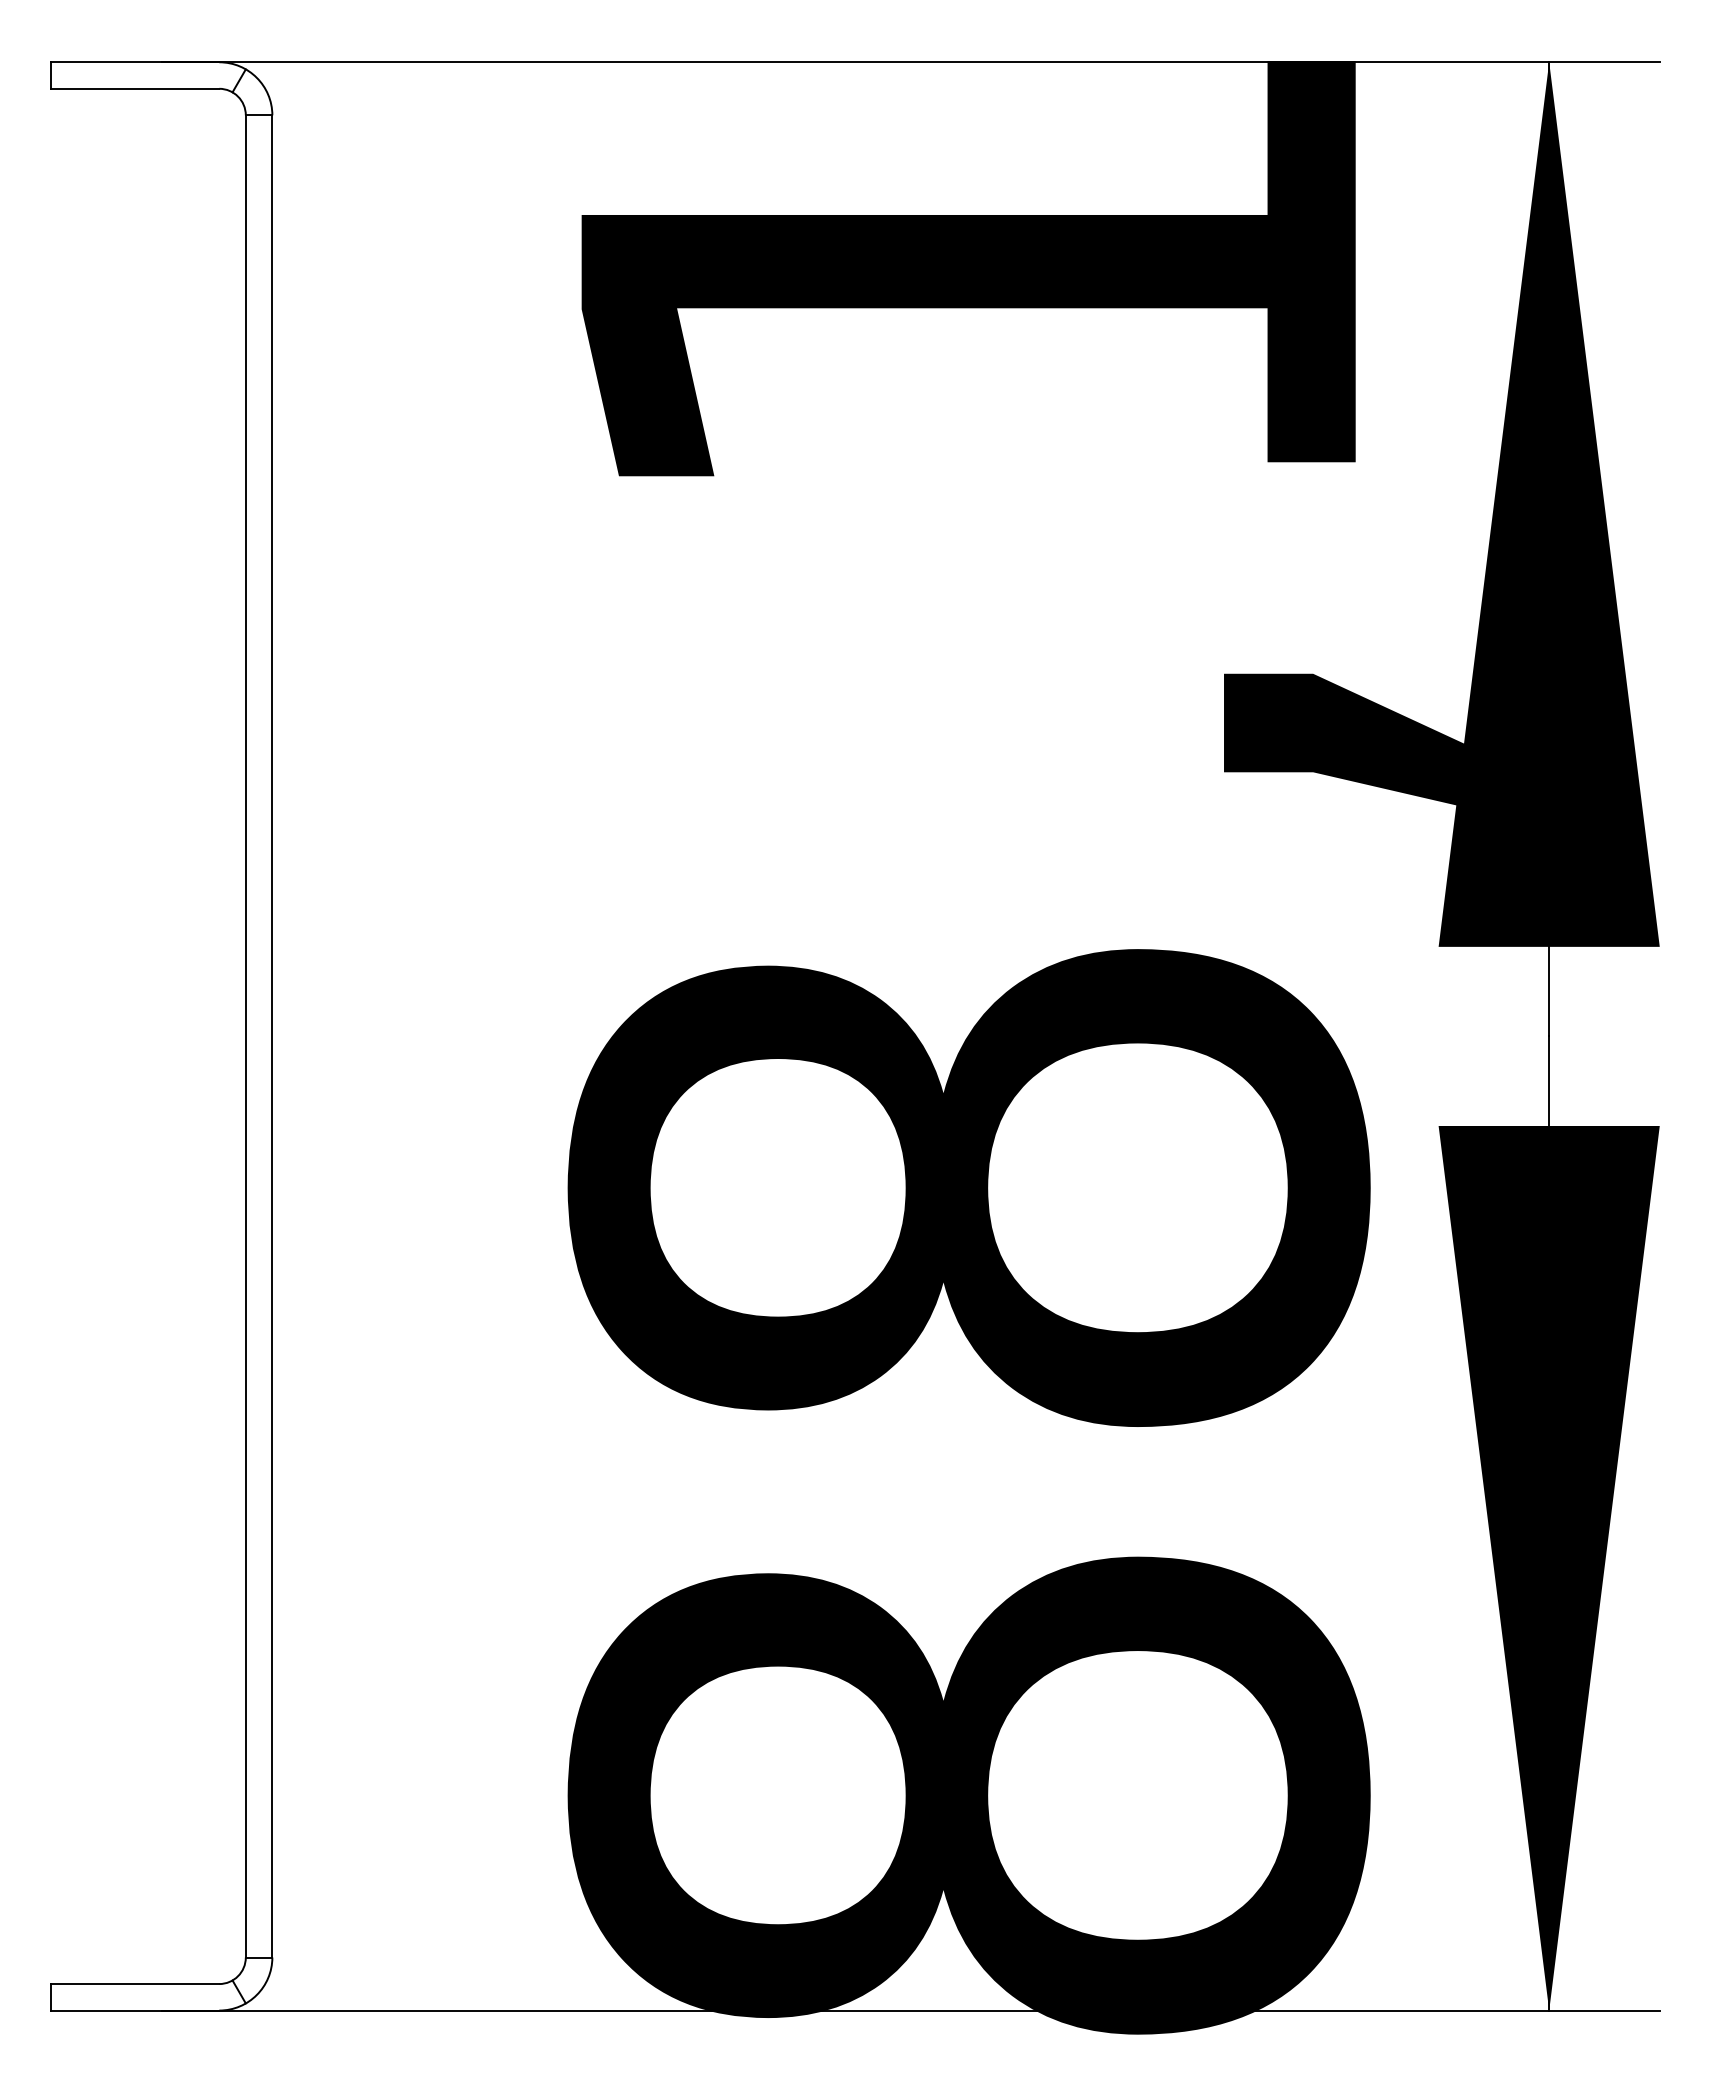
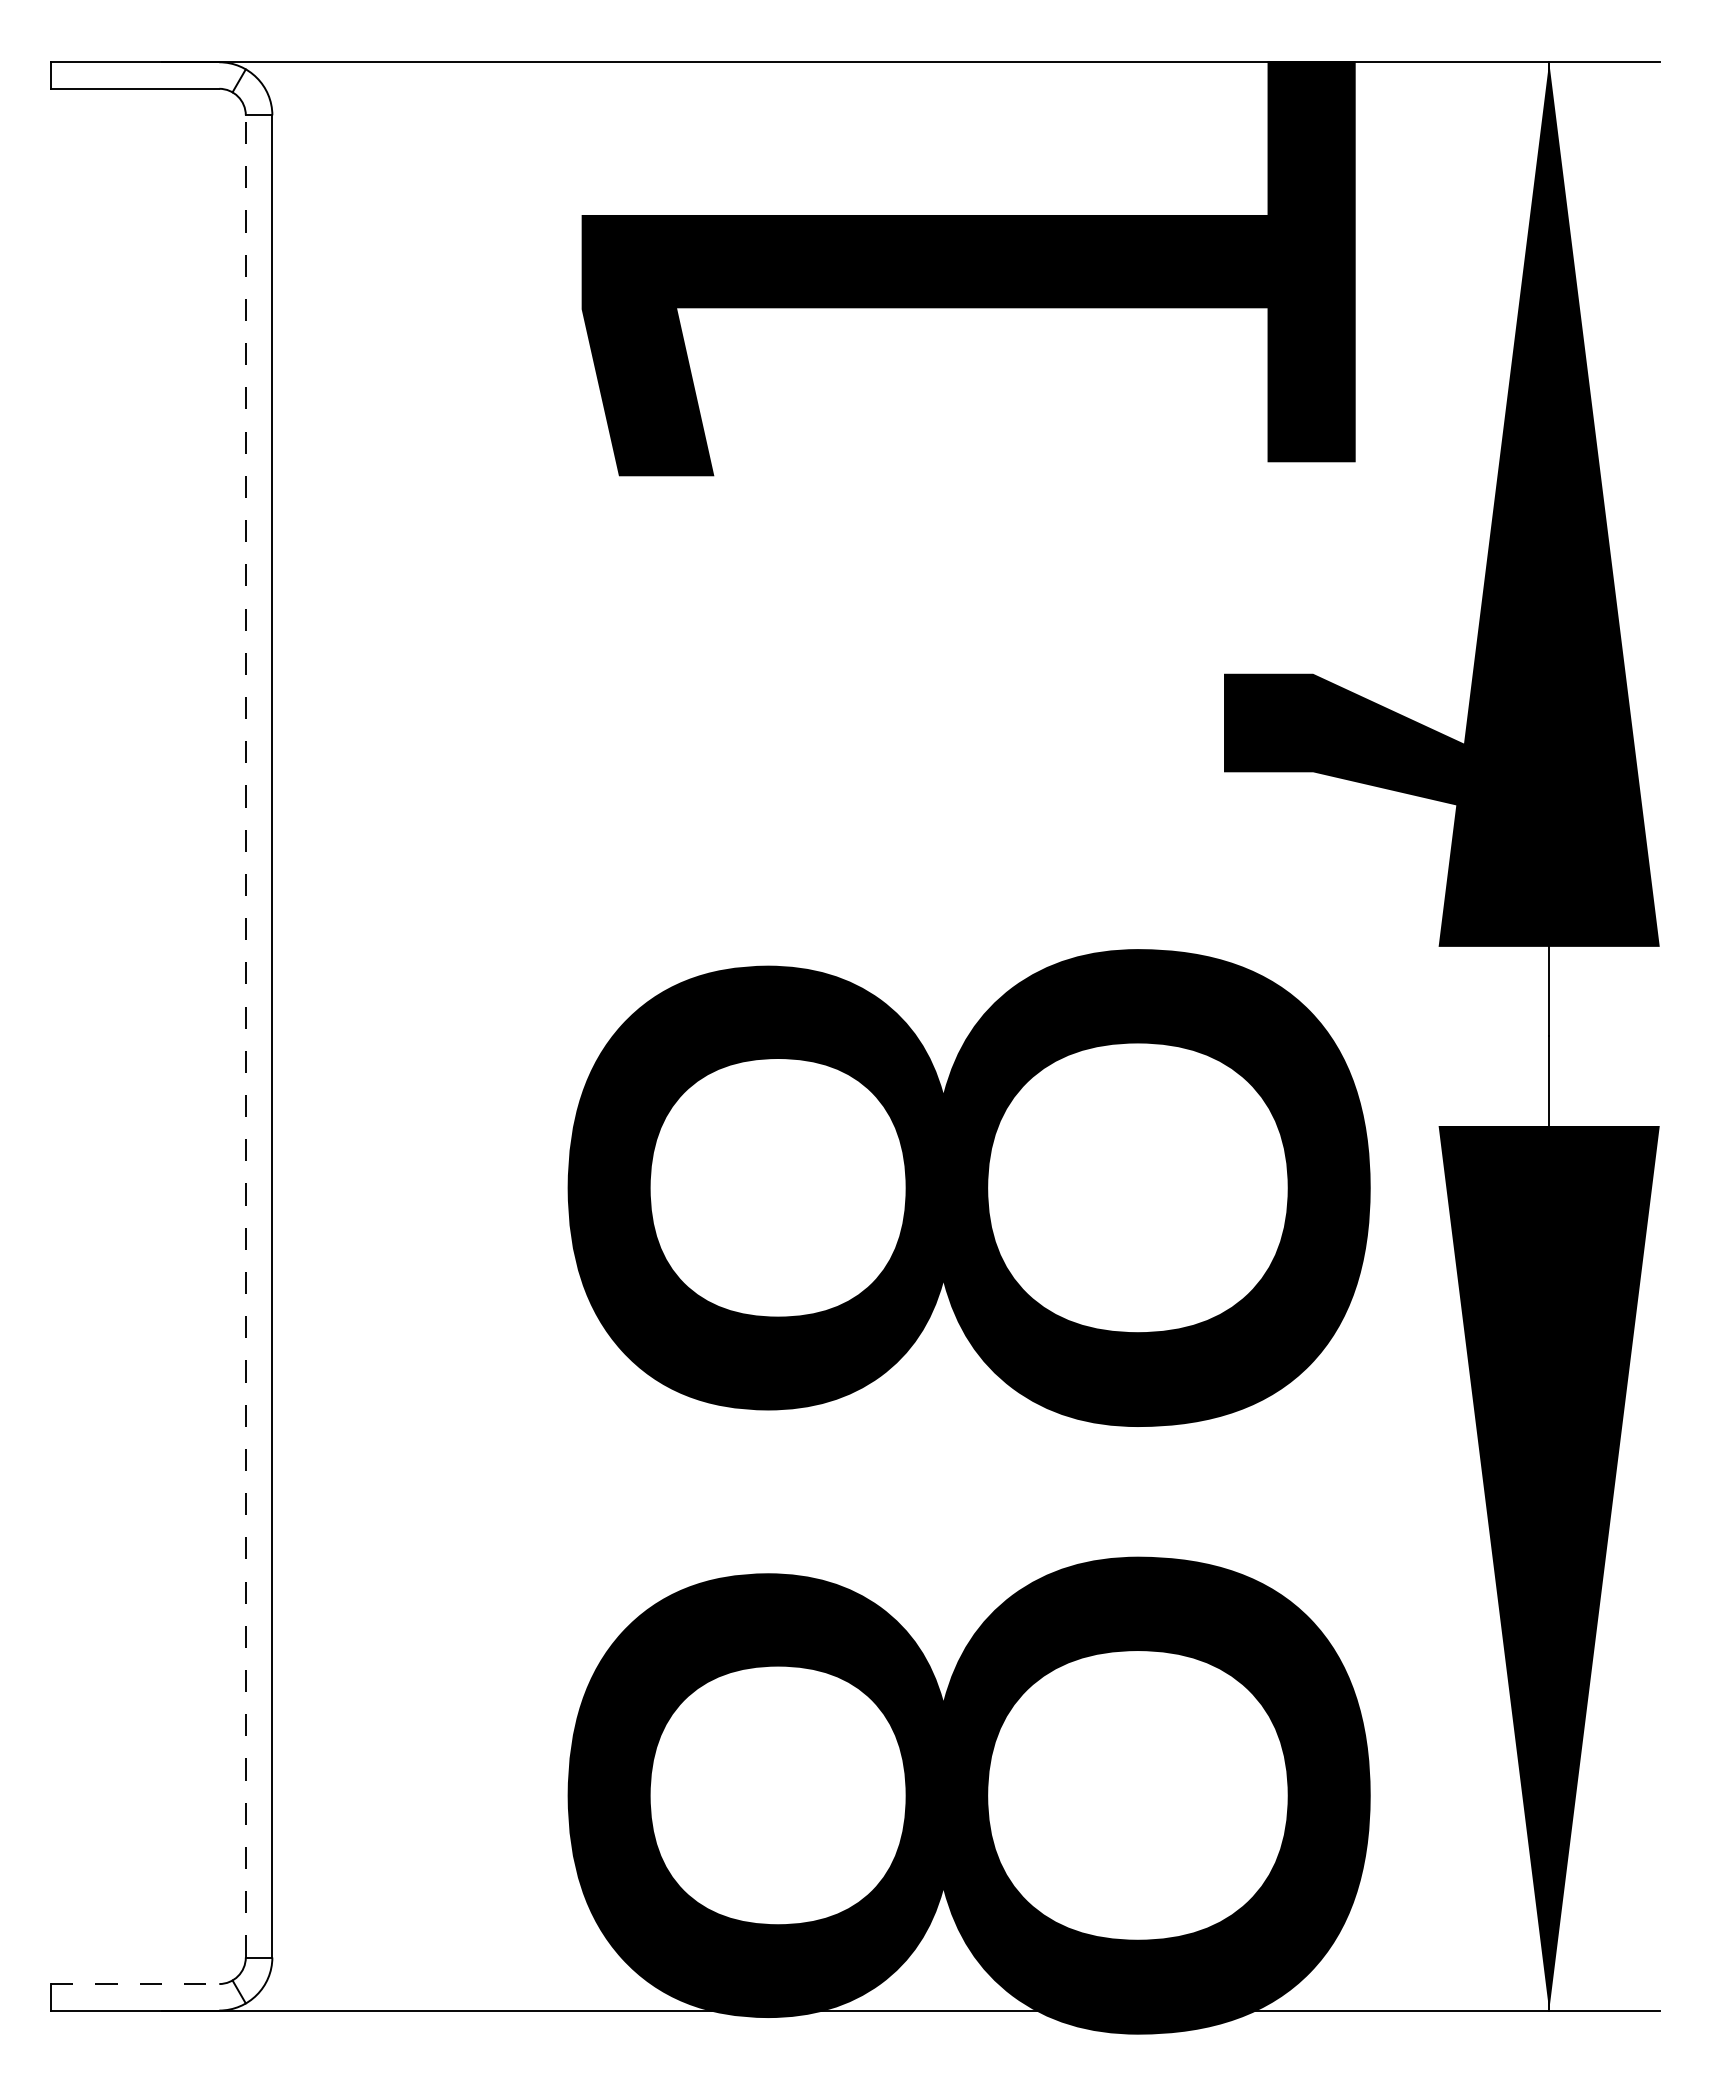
line at (245, 1035): solid -> dashed
line at (135, 1984): solid -> dashed
